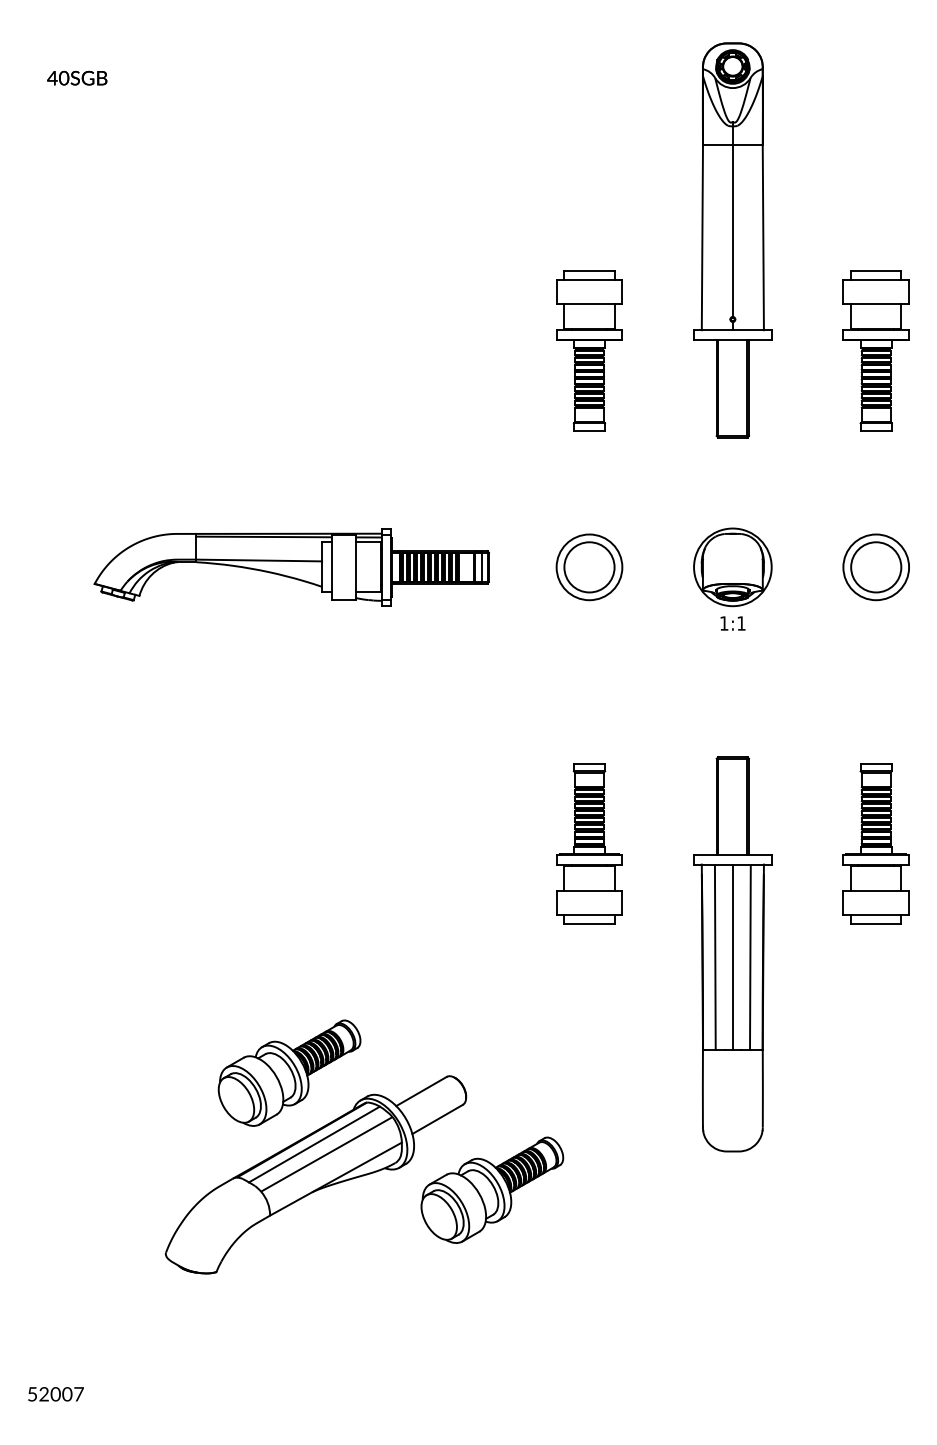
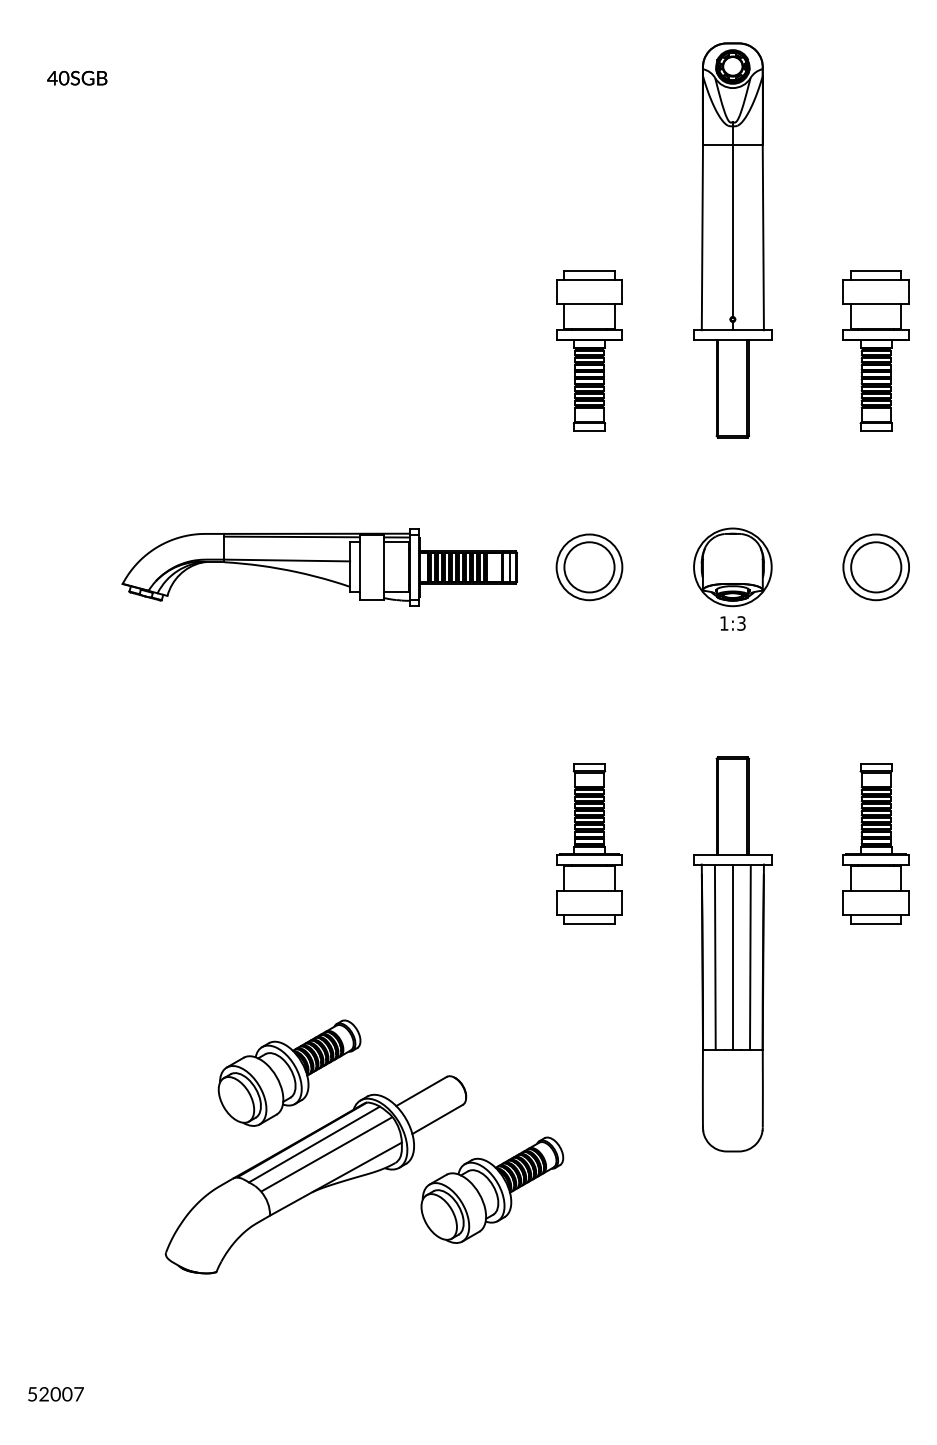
part at (291, 567) position: (291, 567) -> (319, 567)
text at (741, 623): 1:1 -> 1:3
